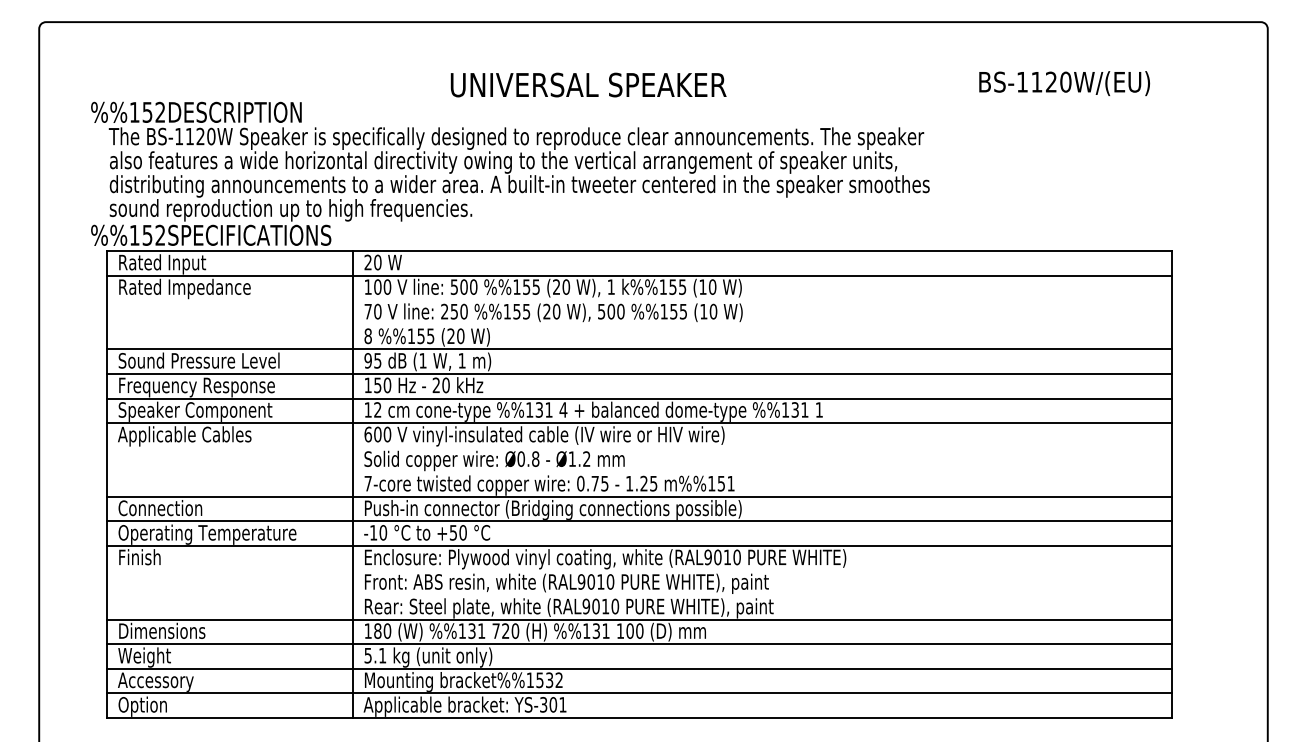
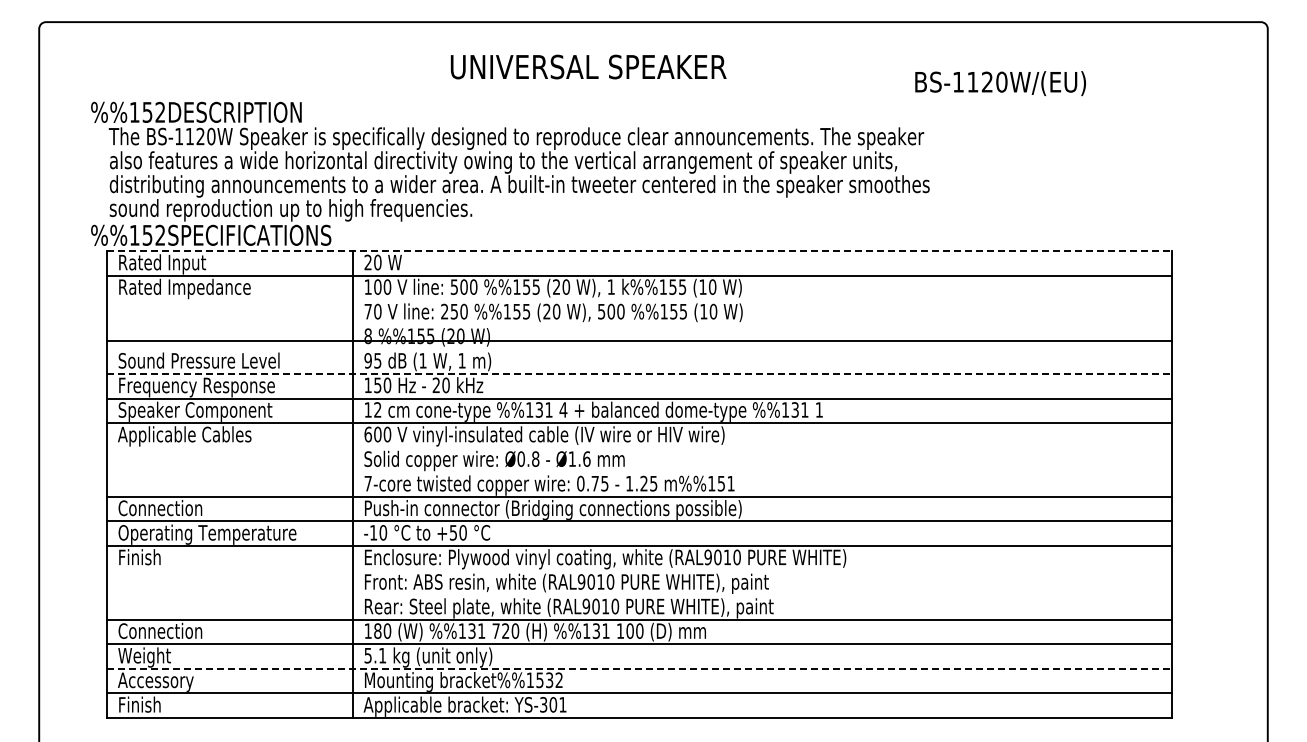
text at (1064, 83) position: (1064, 83) -> (1000, 83)
text at (588, 84) position: (588, 84) -> (588, 66)
line at (640, 251): solid -> dashed
line at (639, 349) position: (639, 349) -> (639, 341)
line at (640, 373): solid -> dashed
text at (586, 458): Ø1.2 -> Ø1.6
text at (161, 630): Dimensions -> Connection
line at (640, 668): solid -> dashed
text at (142, 706): Option -> Finish
